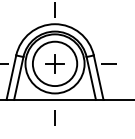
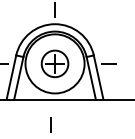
circle at (54, 63) diameter: 44 px -> 27 px
line at (54, 117) position: (54, 117) -> (50, 124)
